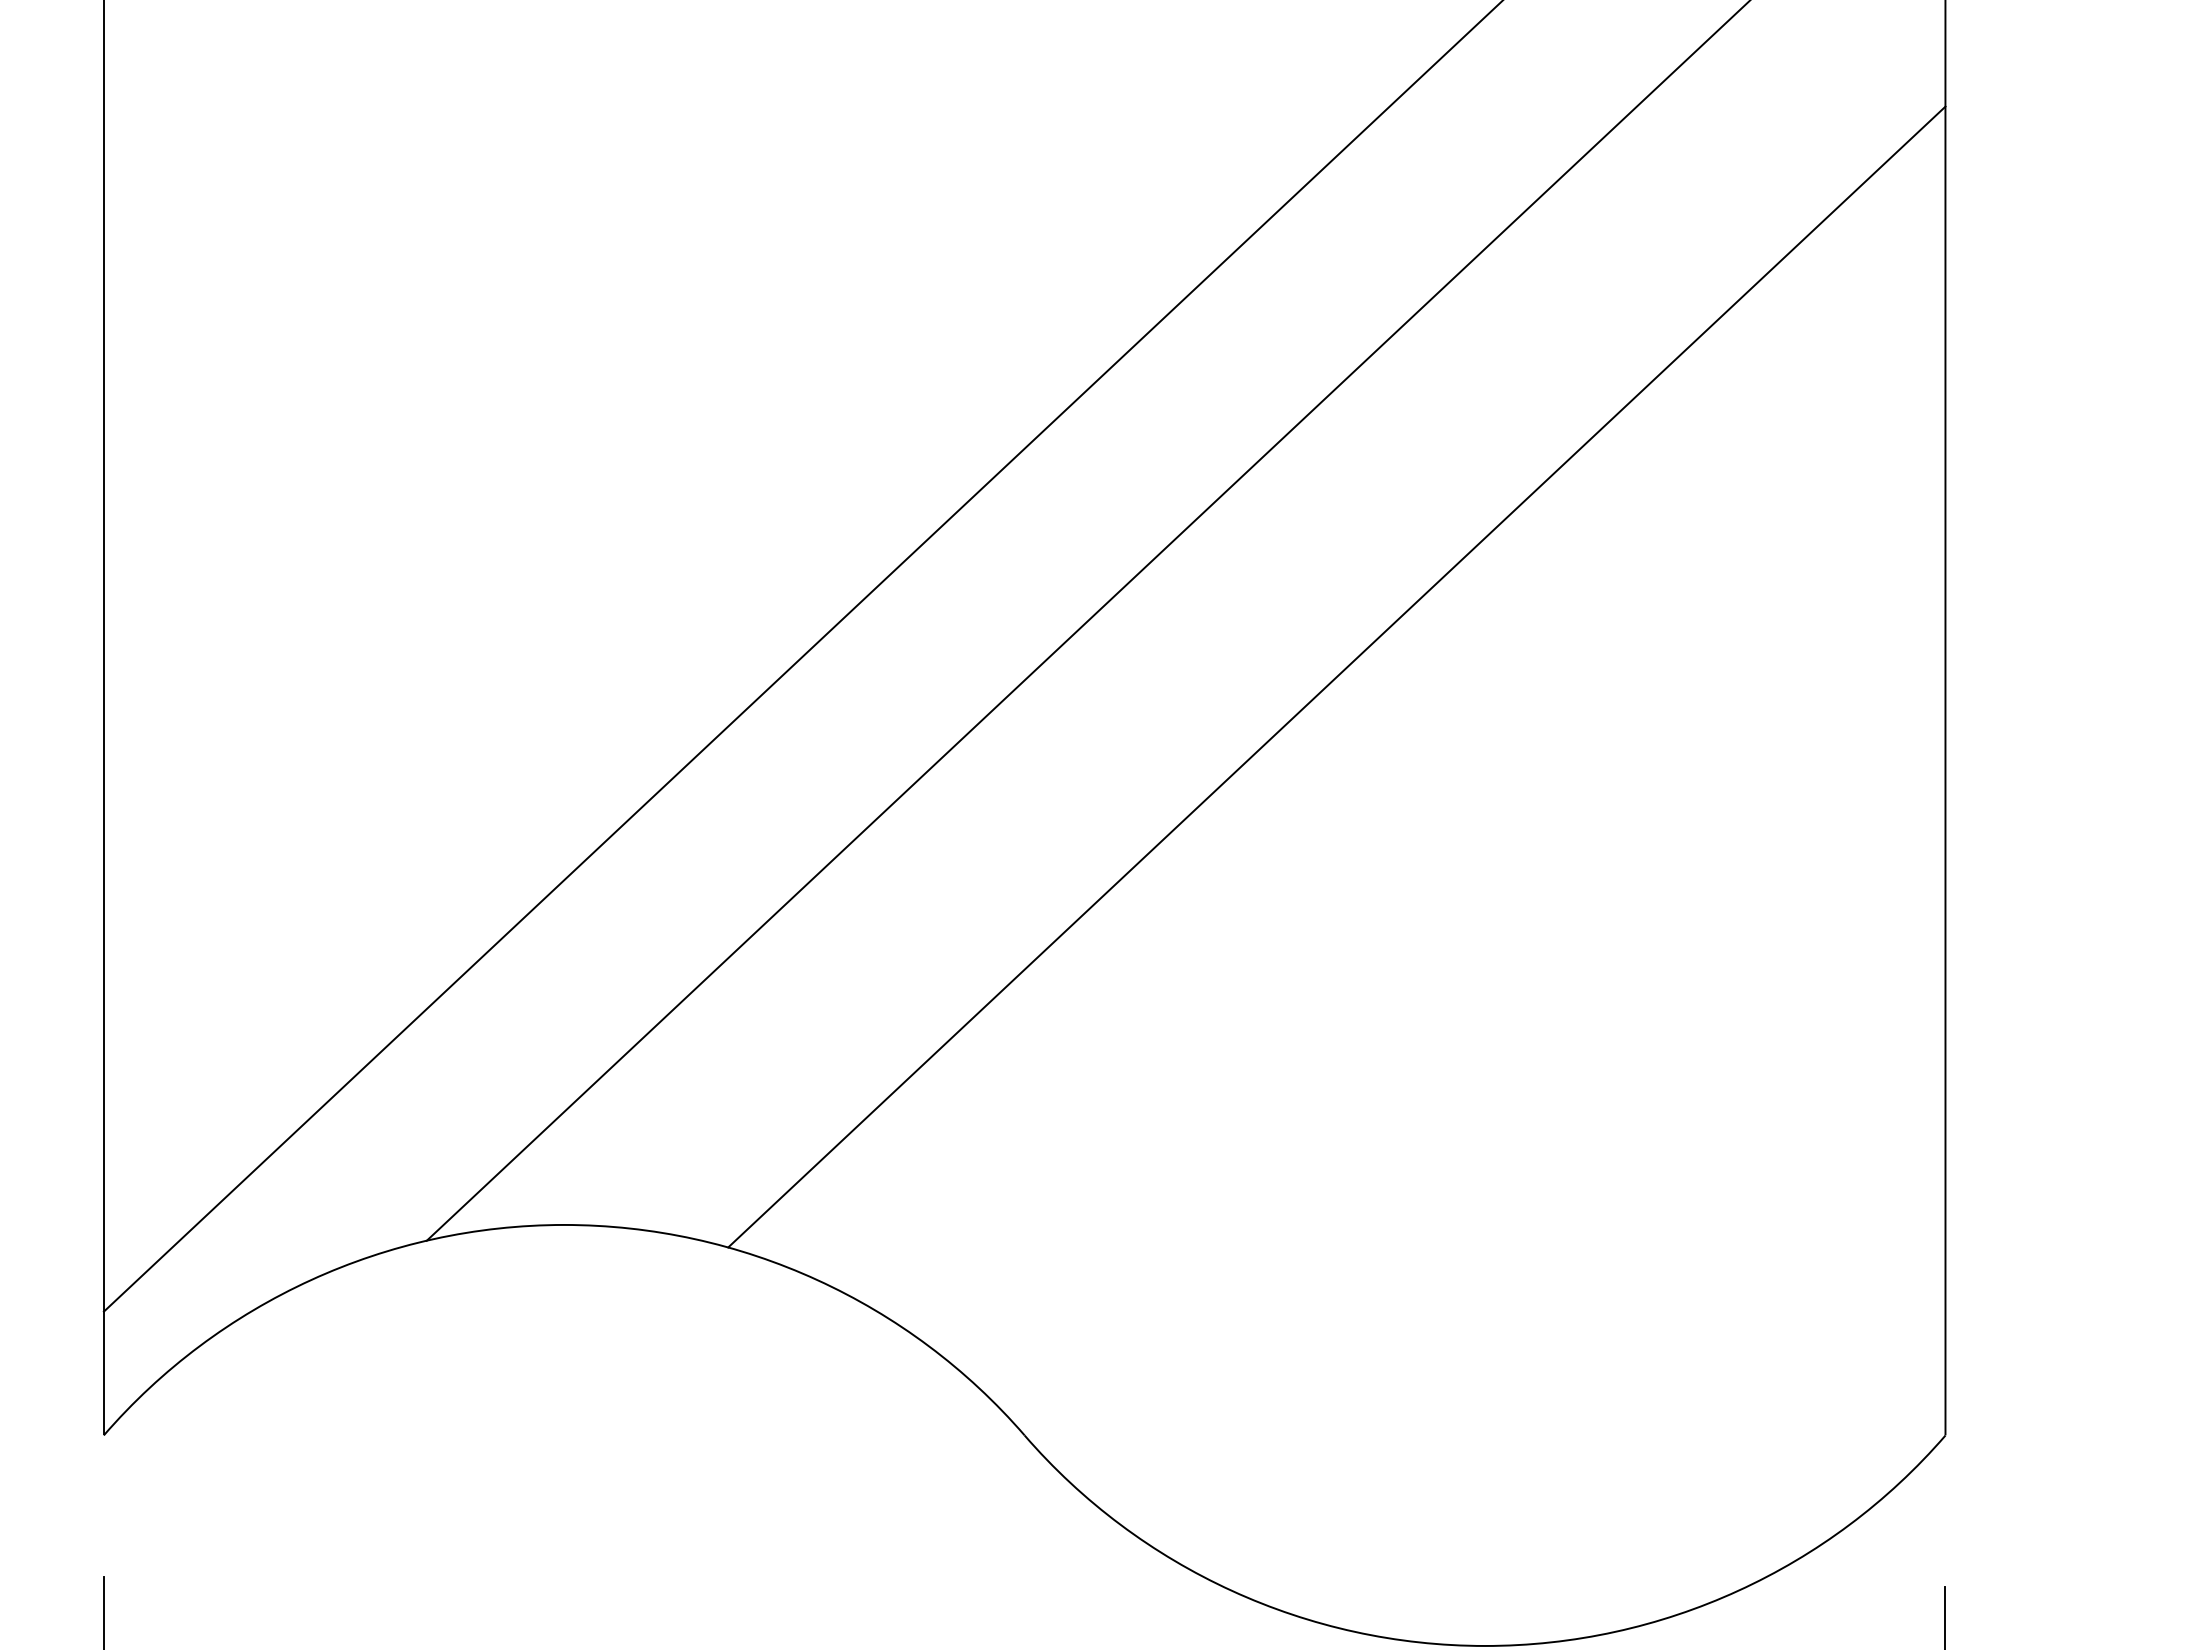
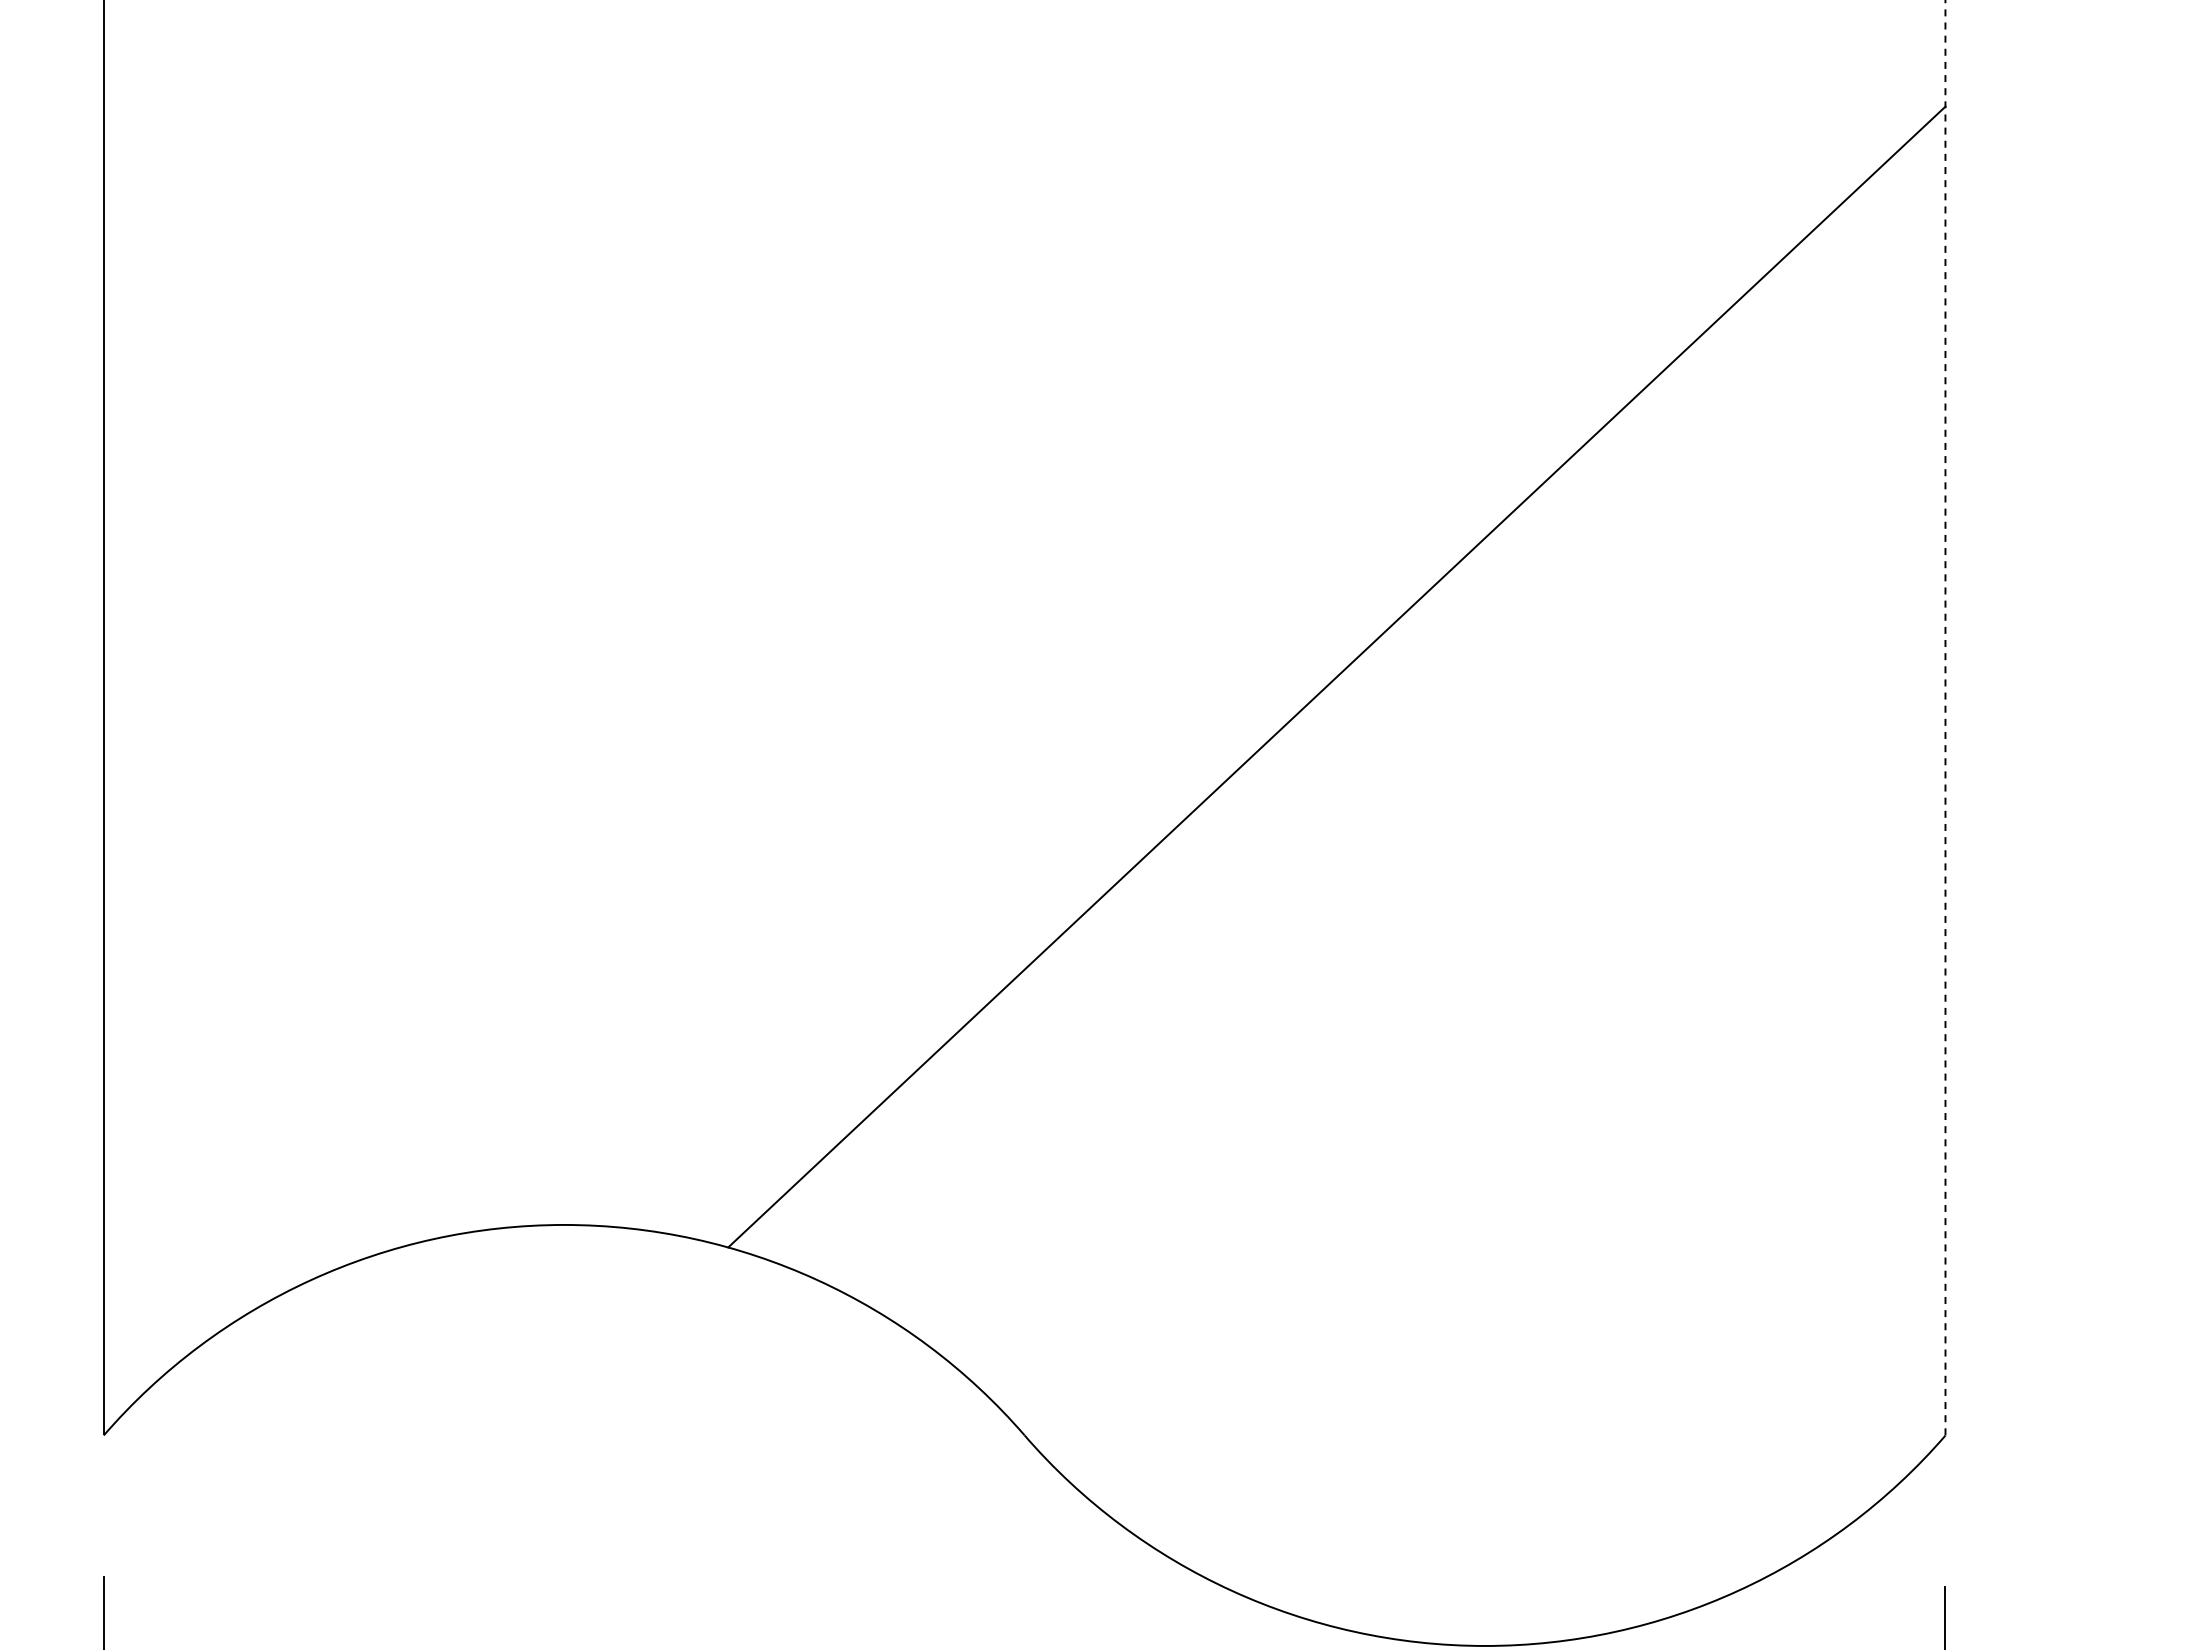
line at (1087, 621): present -> none
line at (801, 656): present -> none
line at (1945, 717): solid -> dashed
